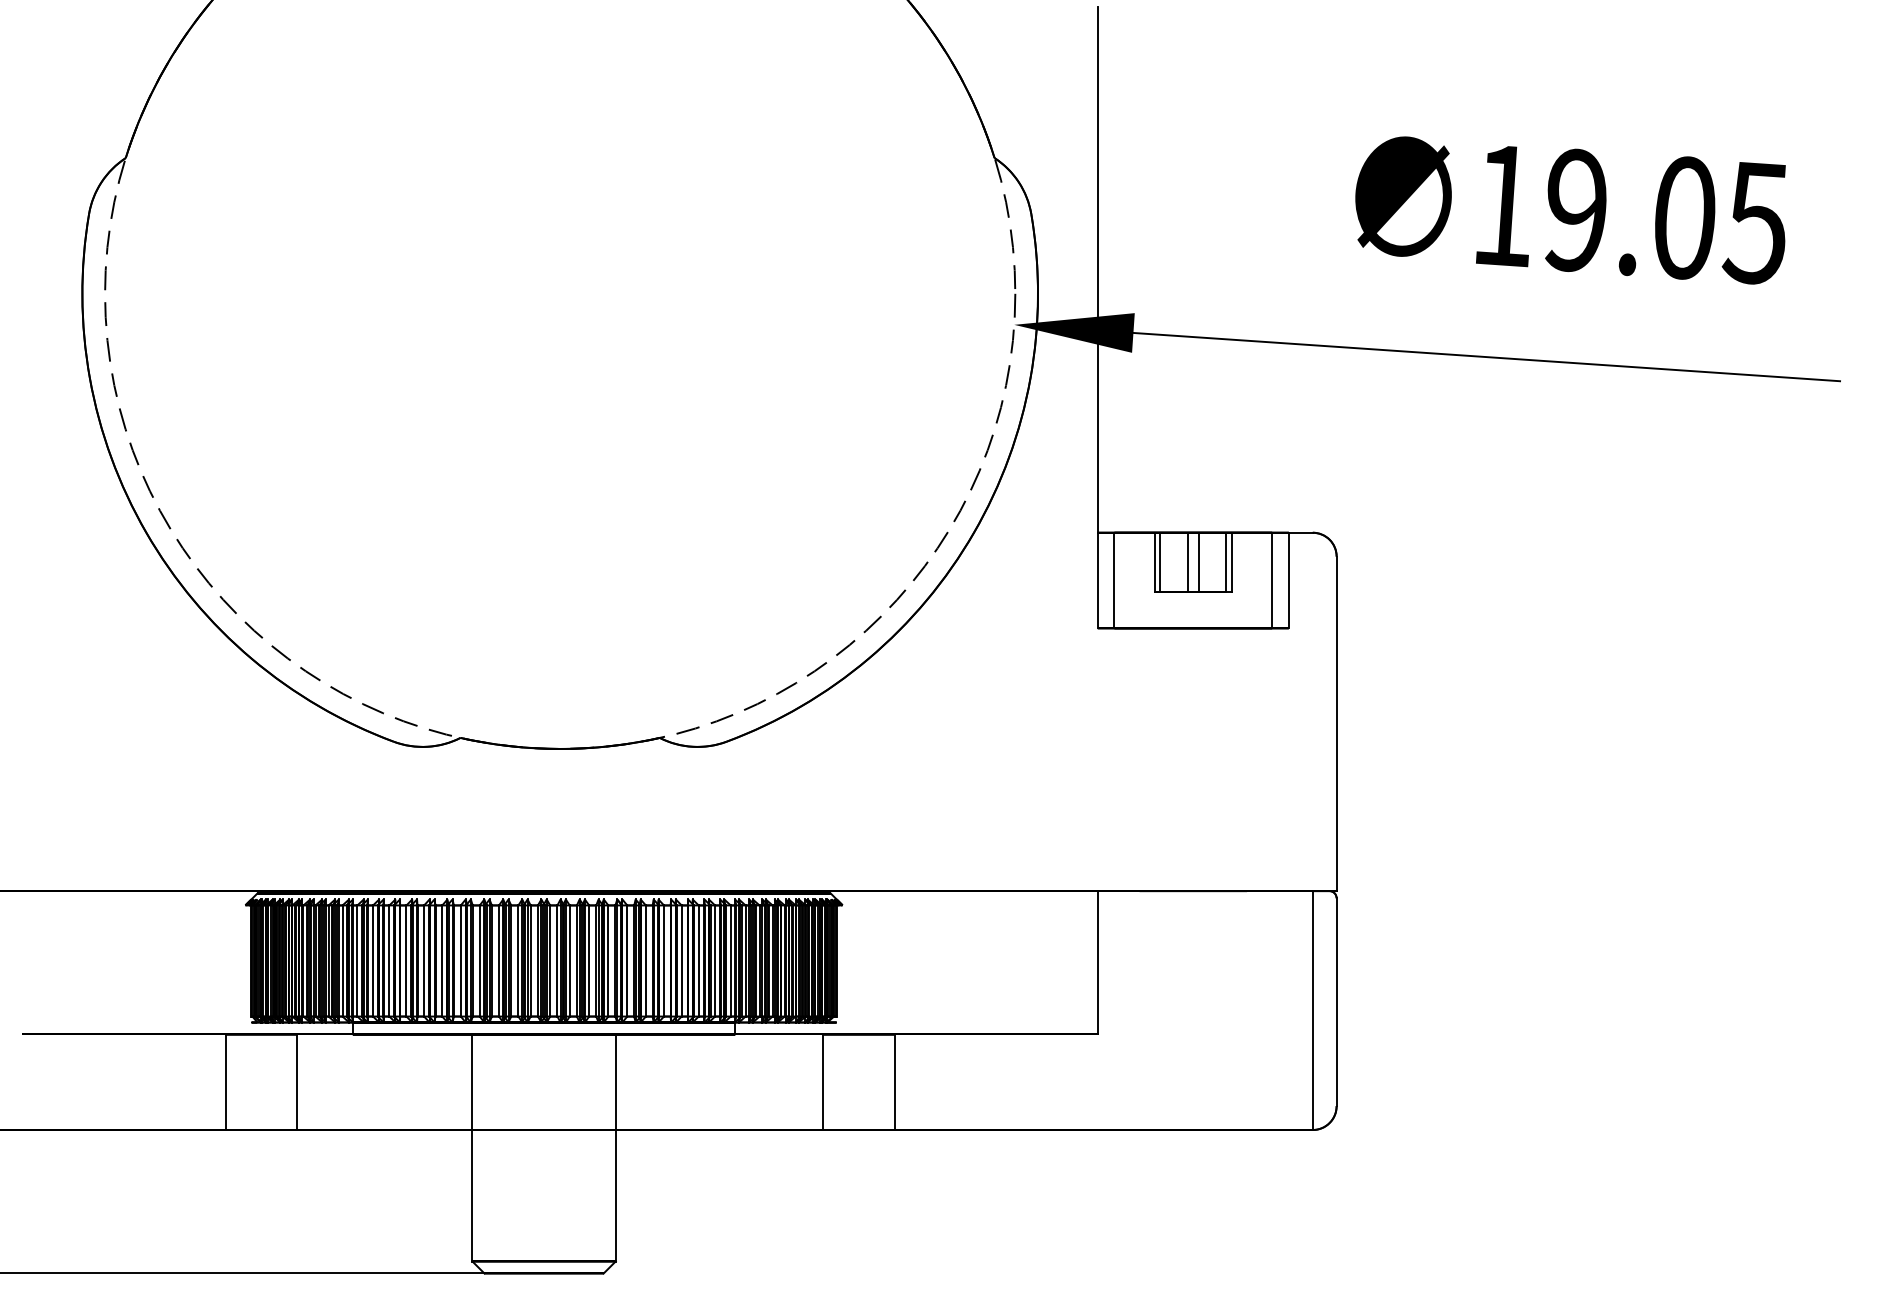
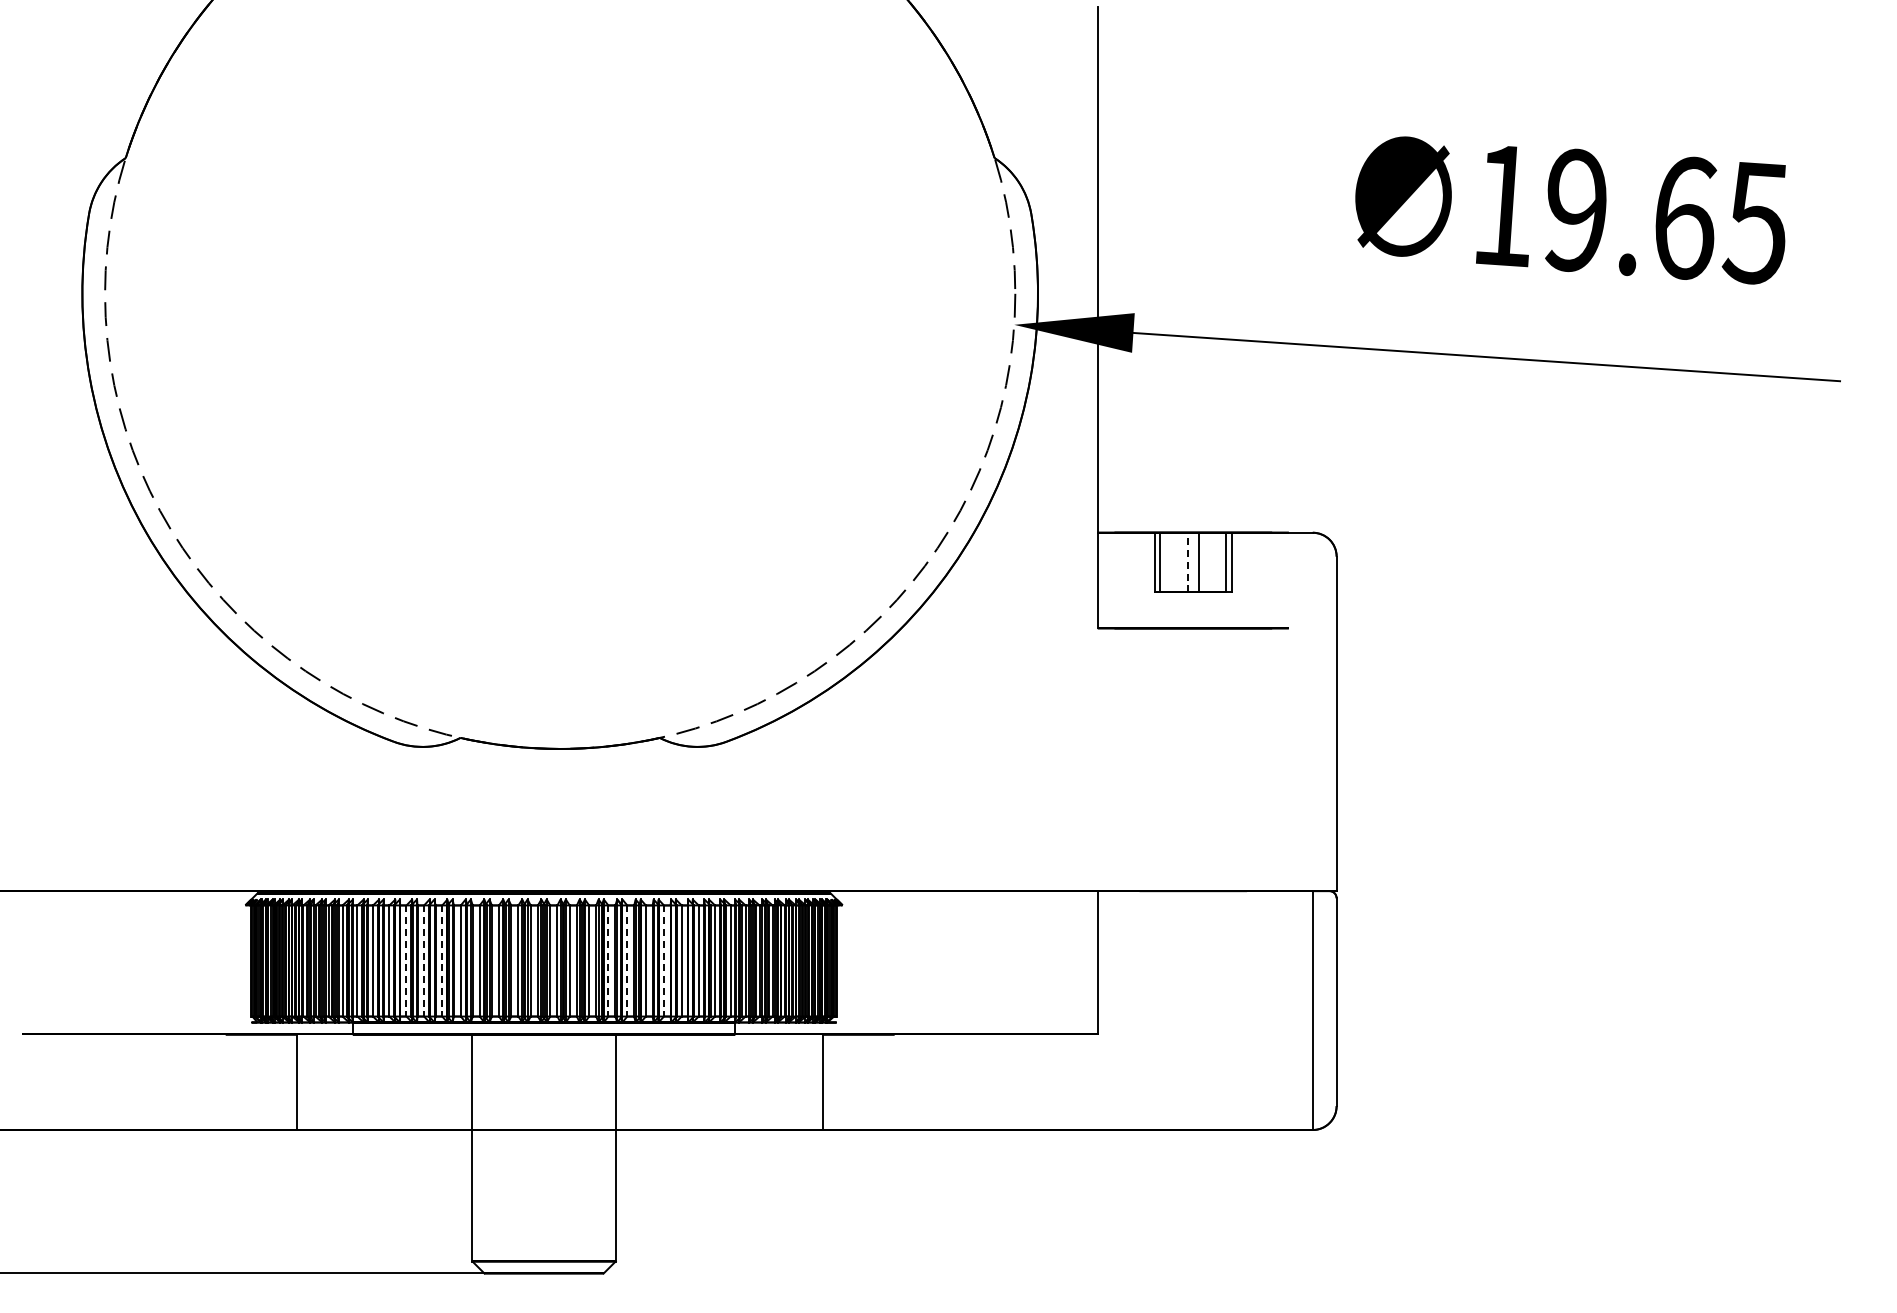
text at (1686, 217): 19.05 -> 19.65
line at (1187, 562): solid -> dashed
line at (1114, 580): present -> none
line at (1272, 580): present -> none
line at (1288, 580): present -> none
line at (406, 960): solid -> dashed
line at (424, 960): solid -> dashed
line at (442, 960): solid -> dashed
line at (608, 960): solid -> dashed
line at (627, 960): solid -> dashed
line at (664, 960): solid -> dashed
line at (225, 1082): present -> none
line at (894, 1082): present -> none
